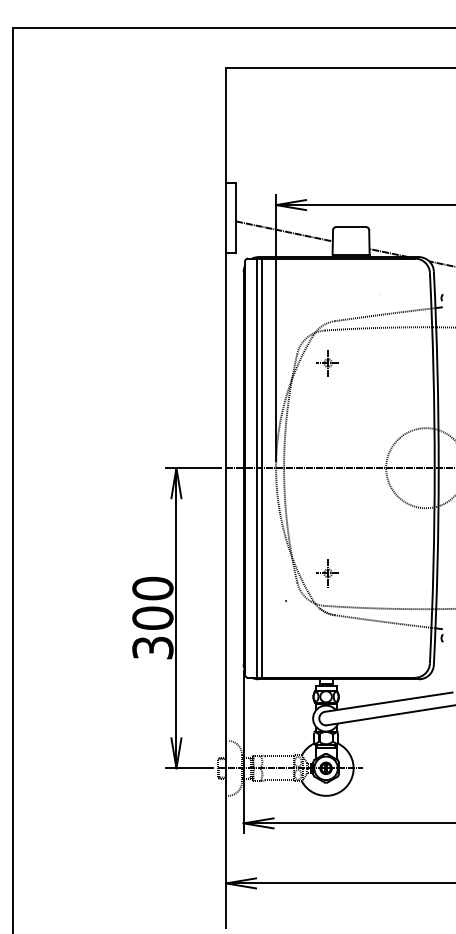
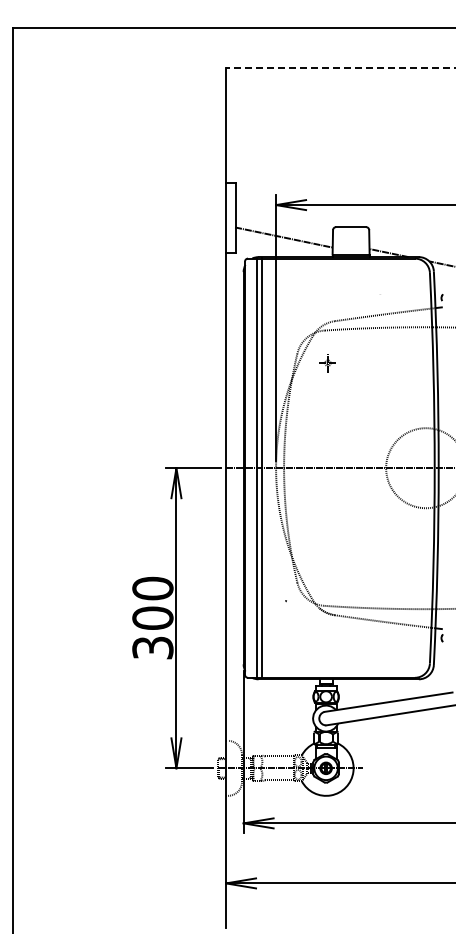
line at (340, 68): solid -> dashed
line at (284, 231) position: (284, 231) -> (283, 237)
part at (327, 363) size: 23x27 px -> 17x19 px
part at (327, 573): present -> none
